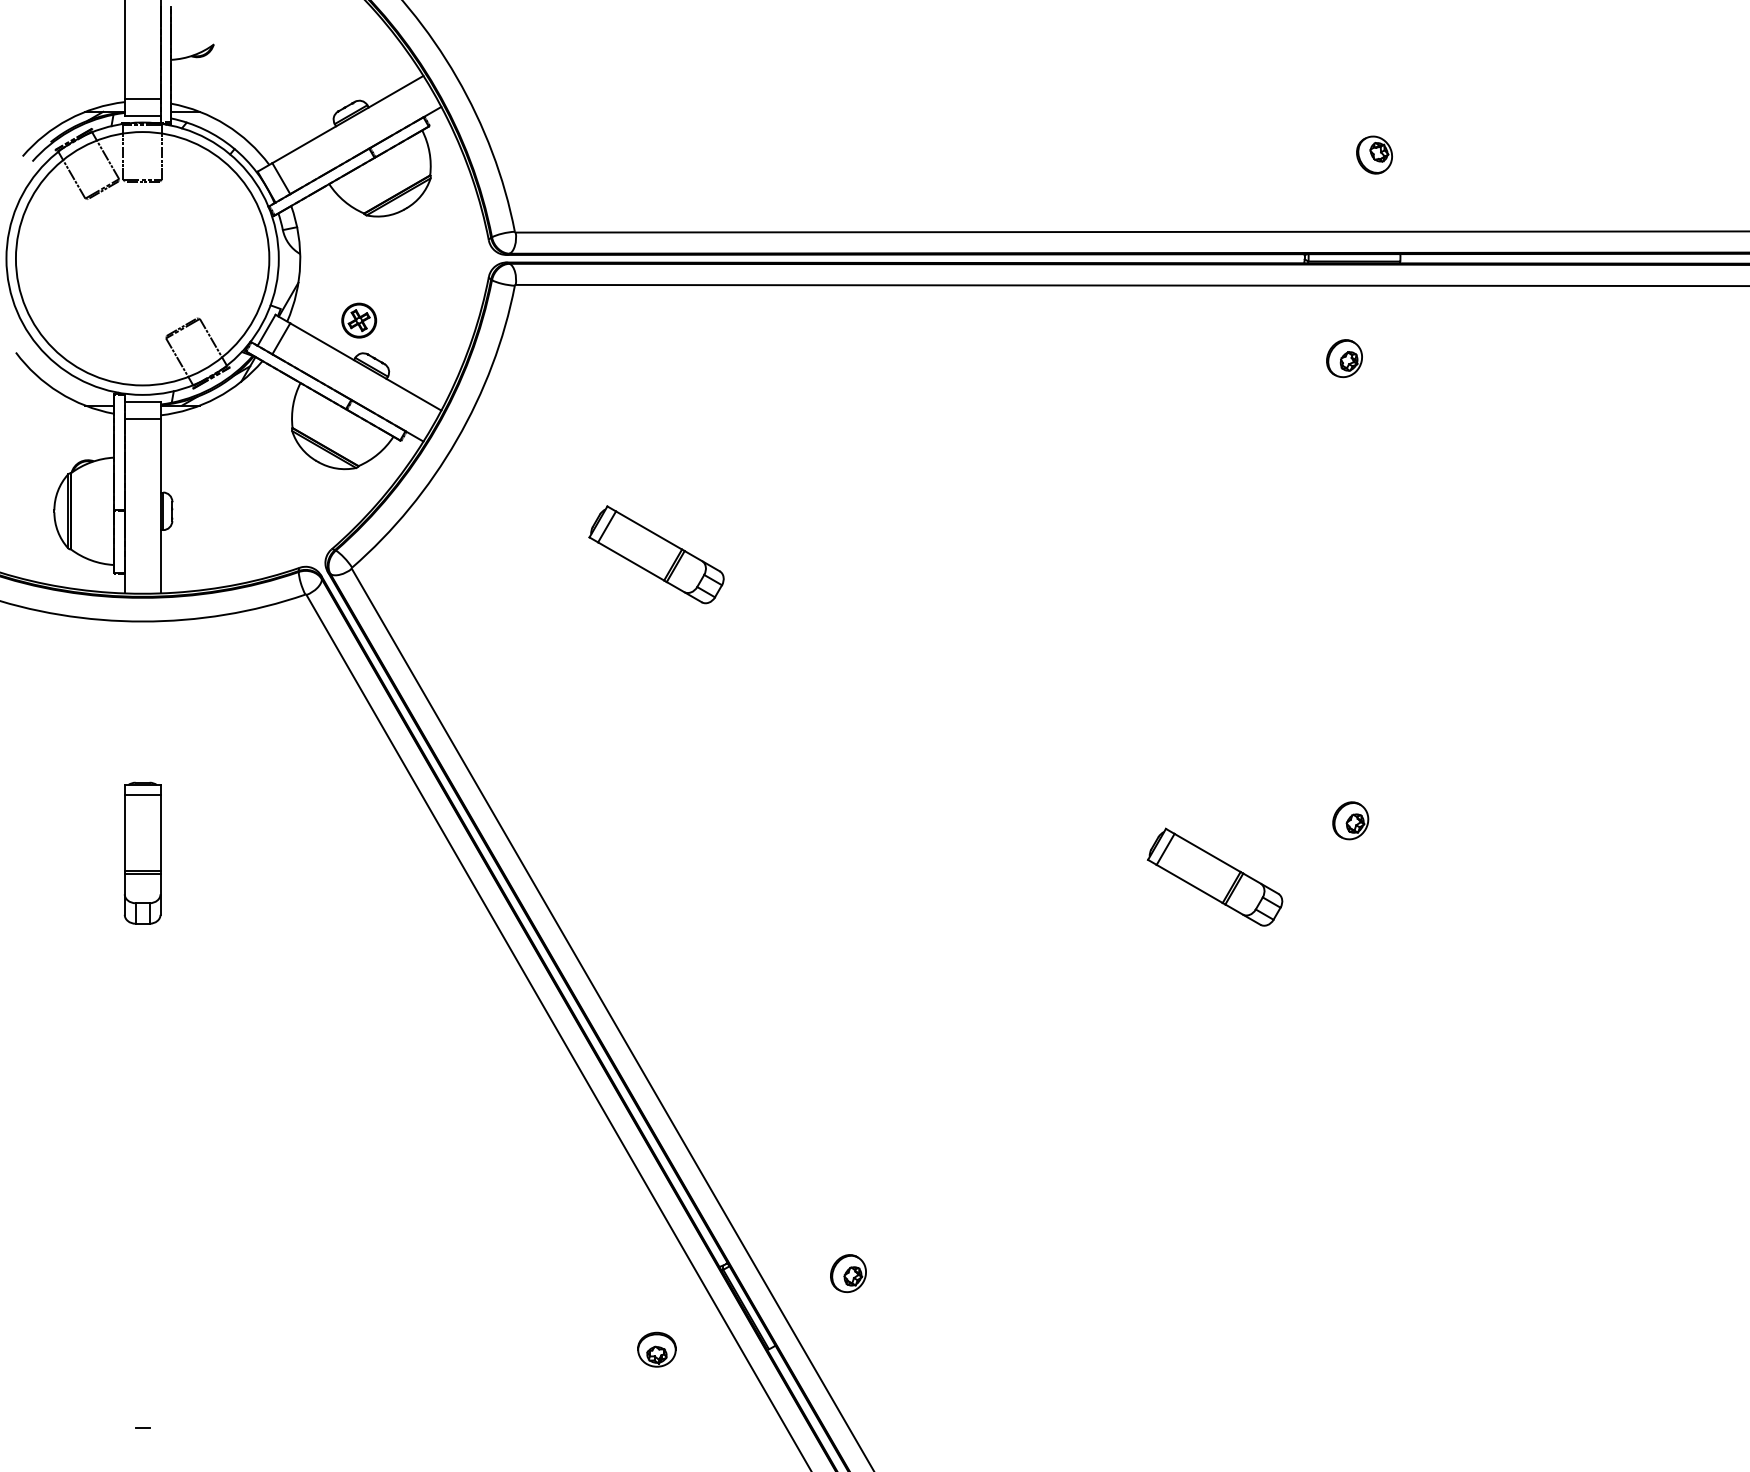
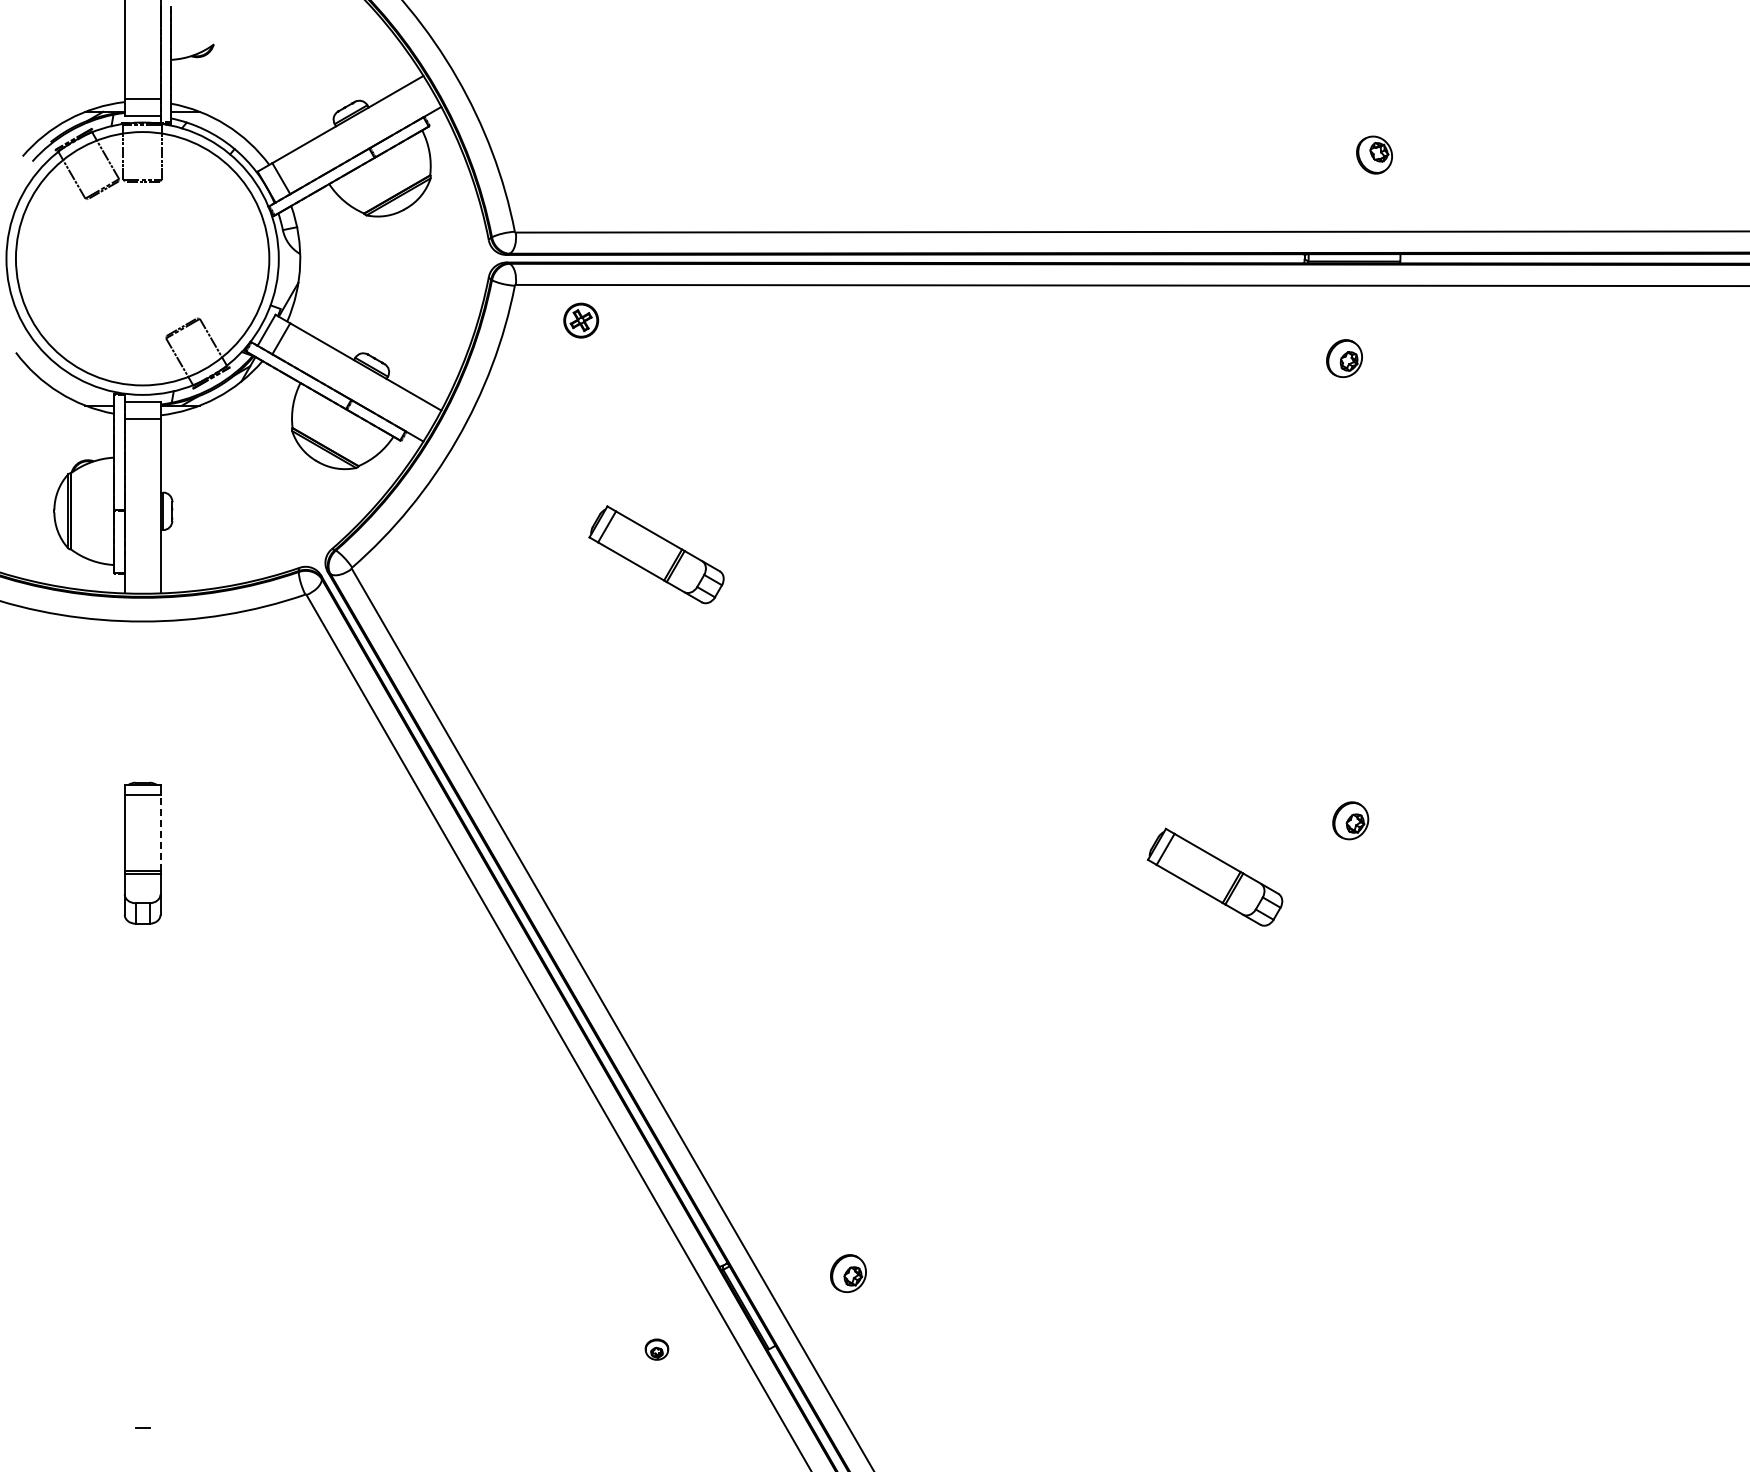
part at (359, 320) position: (359, 320) -> (581, 320)
line at (160, 832): solid -> dashed
part at (656, 1349) size: 40x37 px -> 26x23 px
